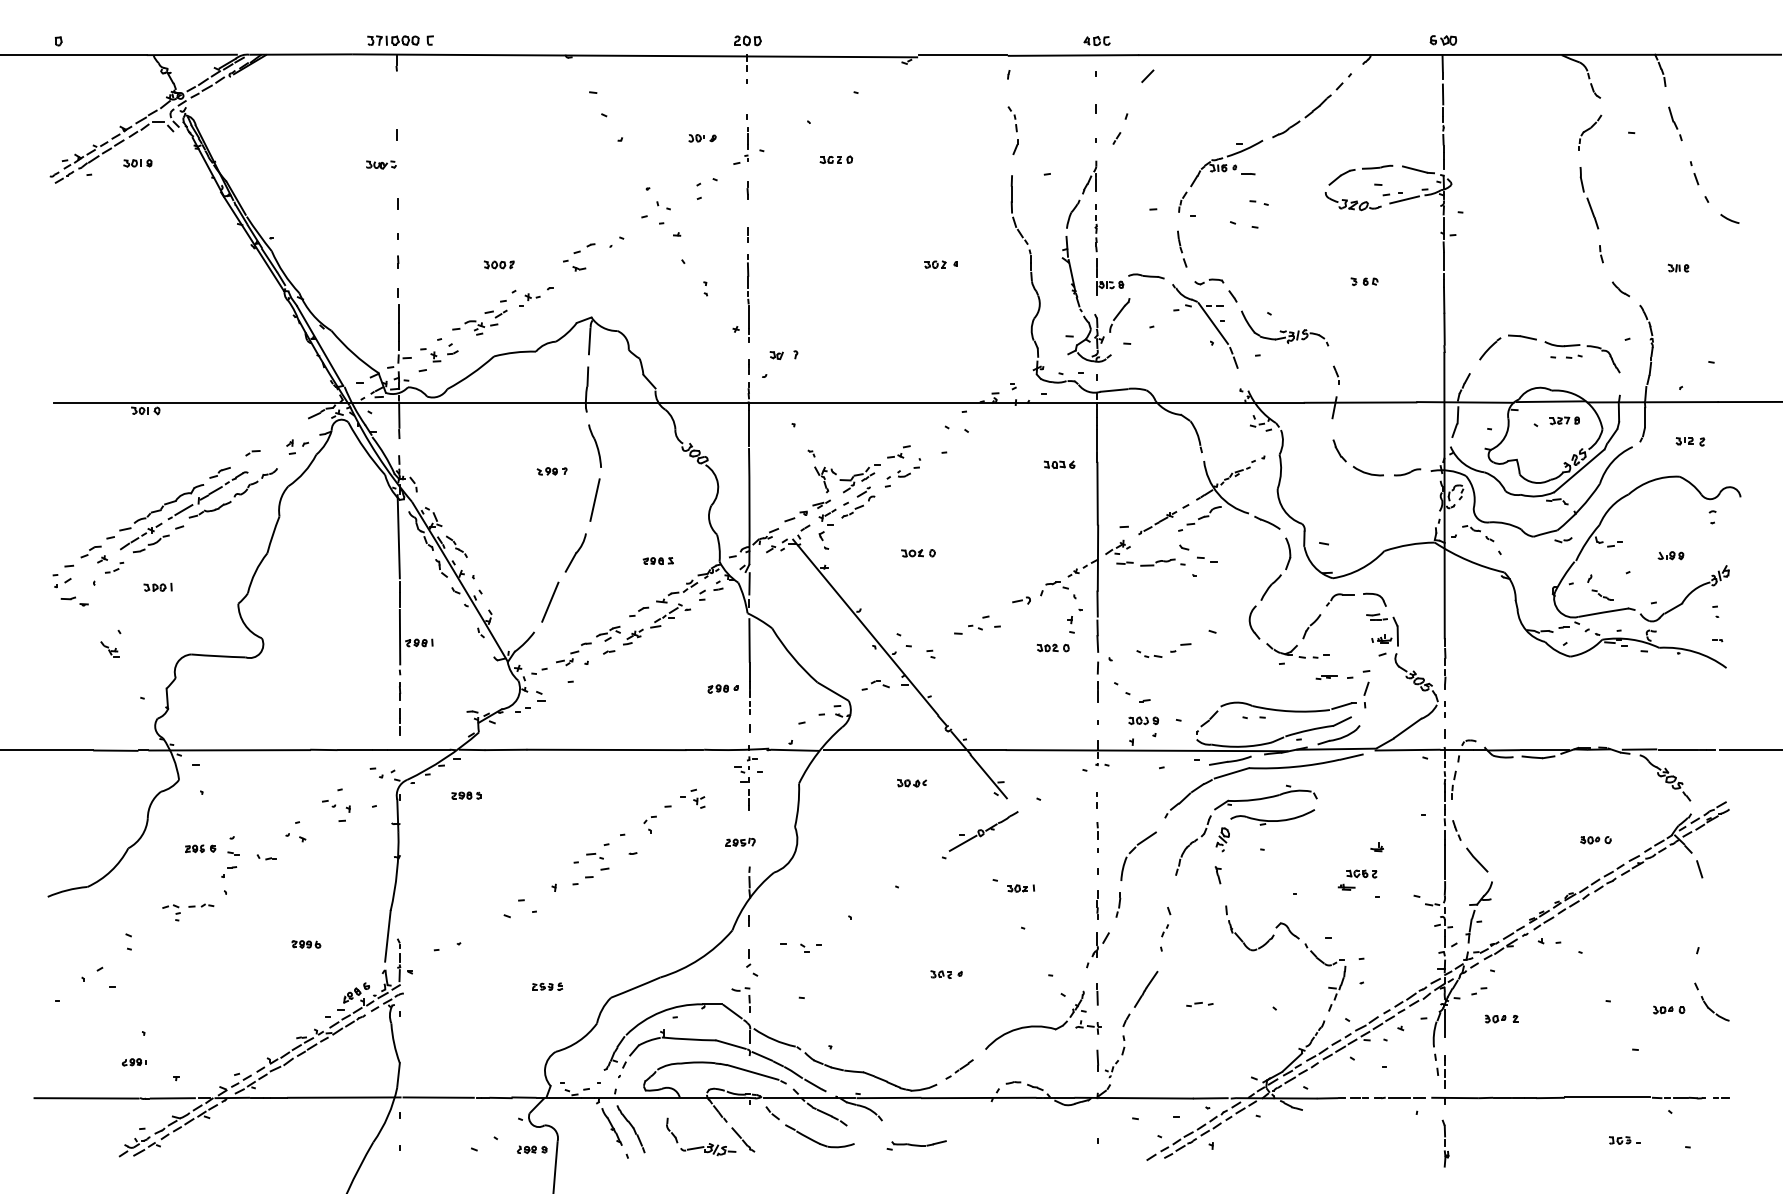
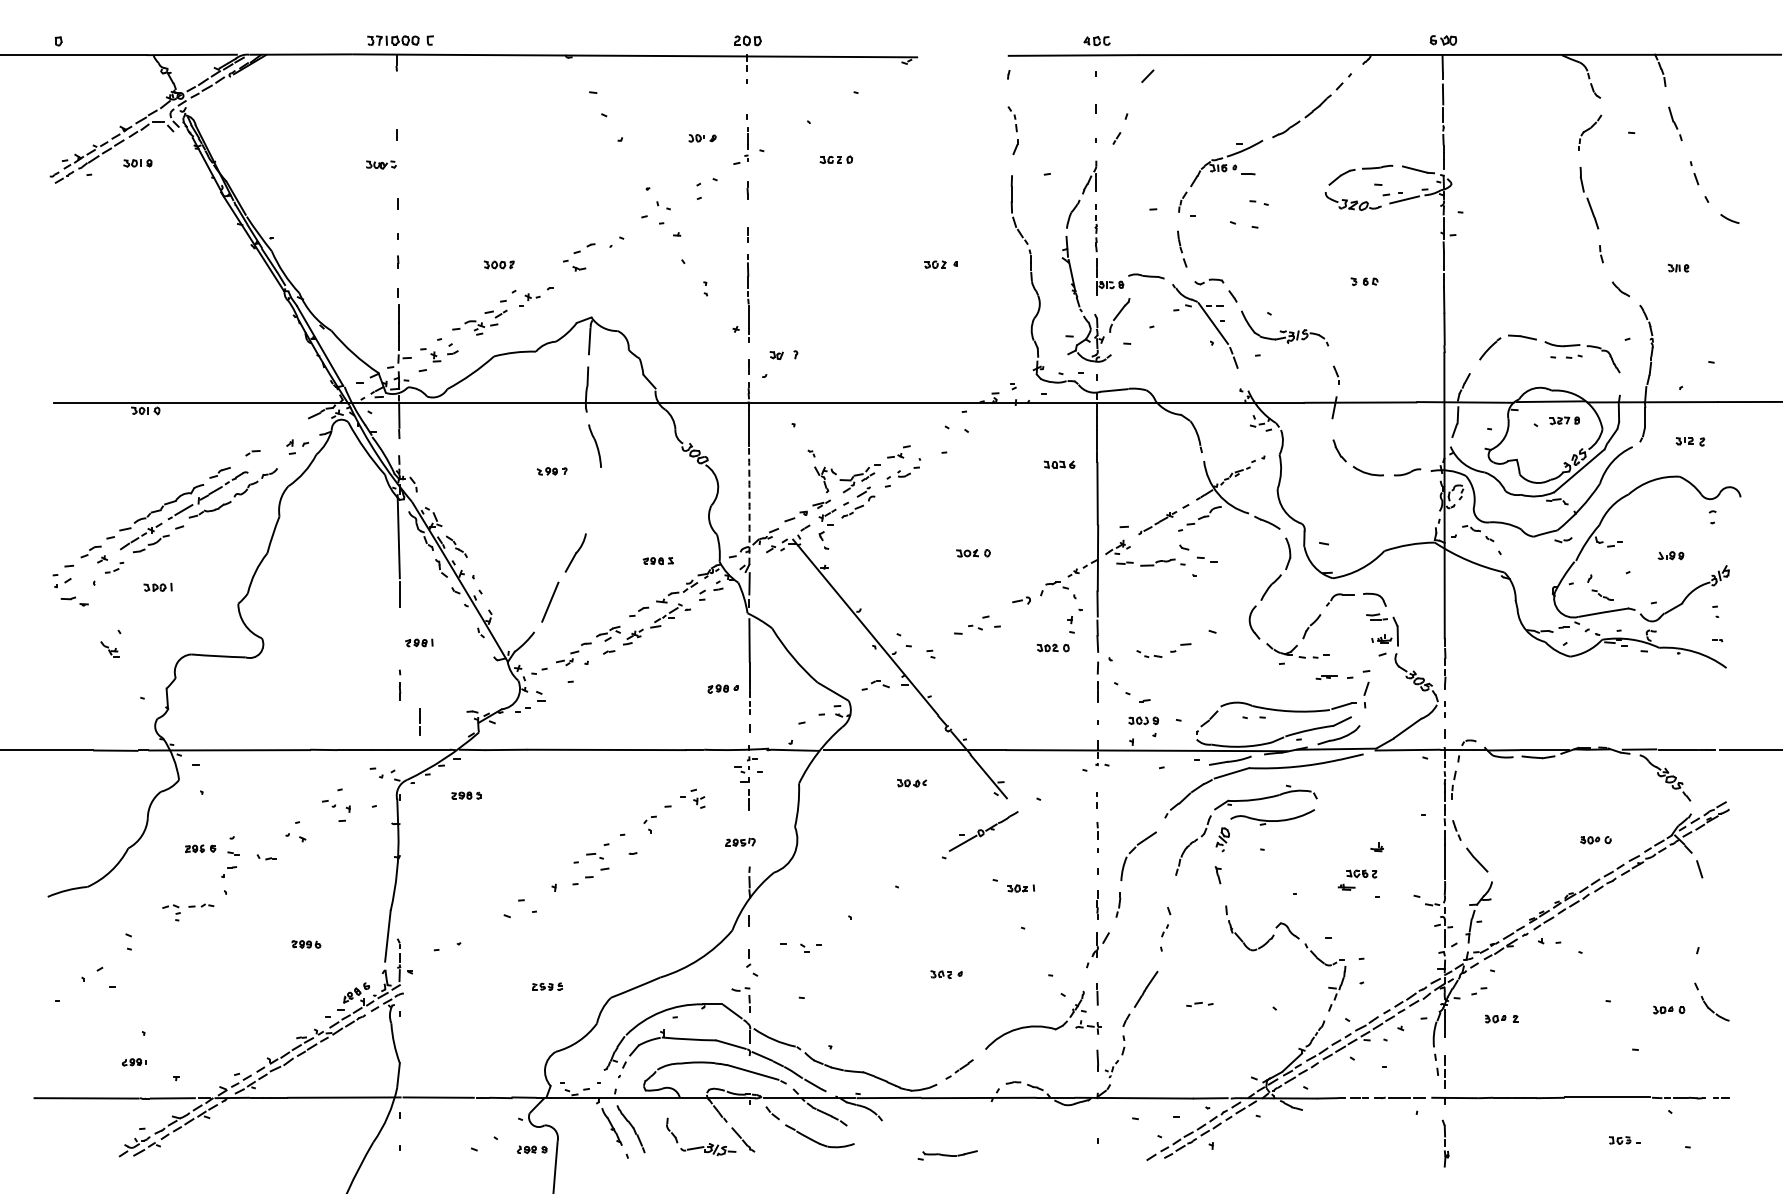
line at (962, 55): present -> none
line at (594, 499): present -> none
arc at (749, 506): solid -> dashed
part at (918, 553) position: (918, 553) -> (973, 553)
line at (399, 636): present -> none
line at (399, 721) position: (399, 721) -> (419, 721)
part at (916, 1145) position: (916, 1145) -> (947, 1155)
